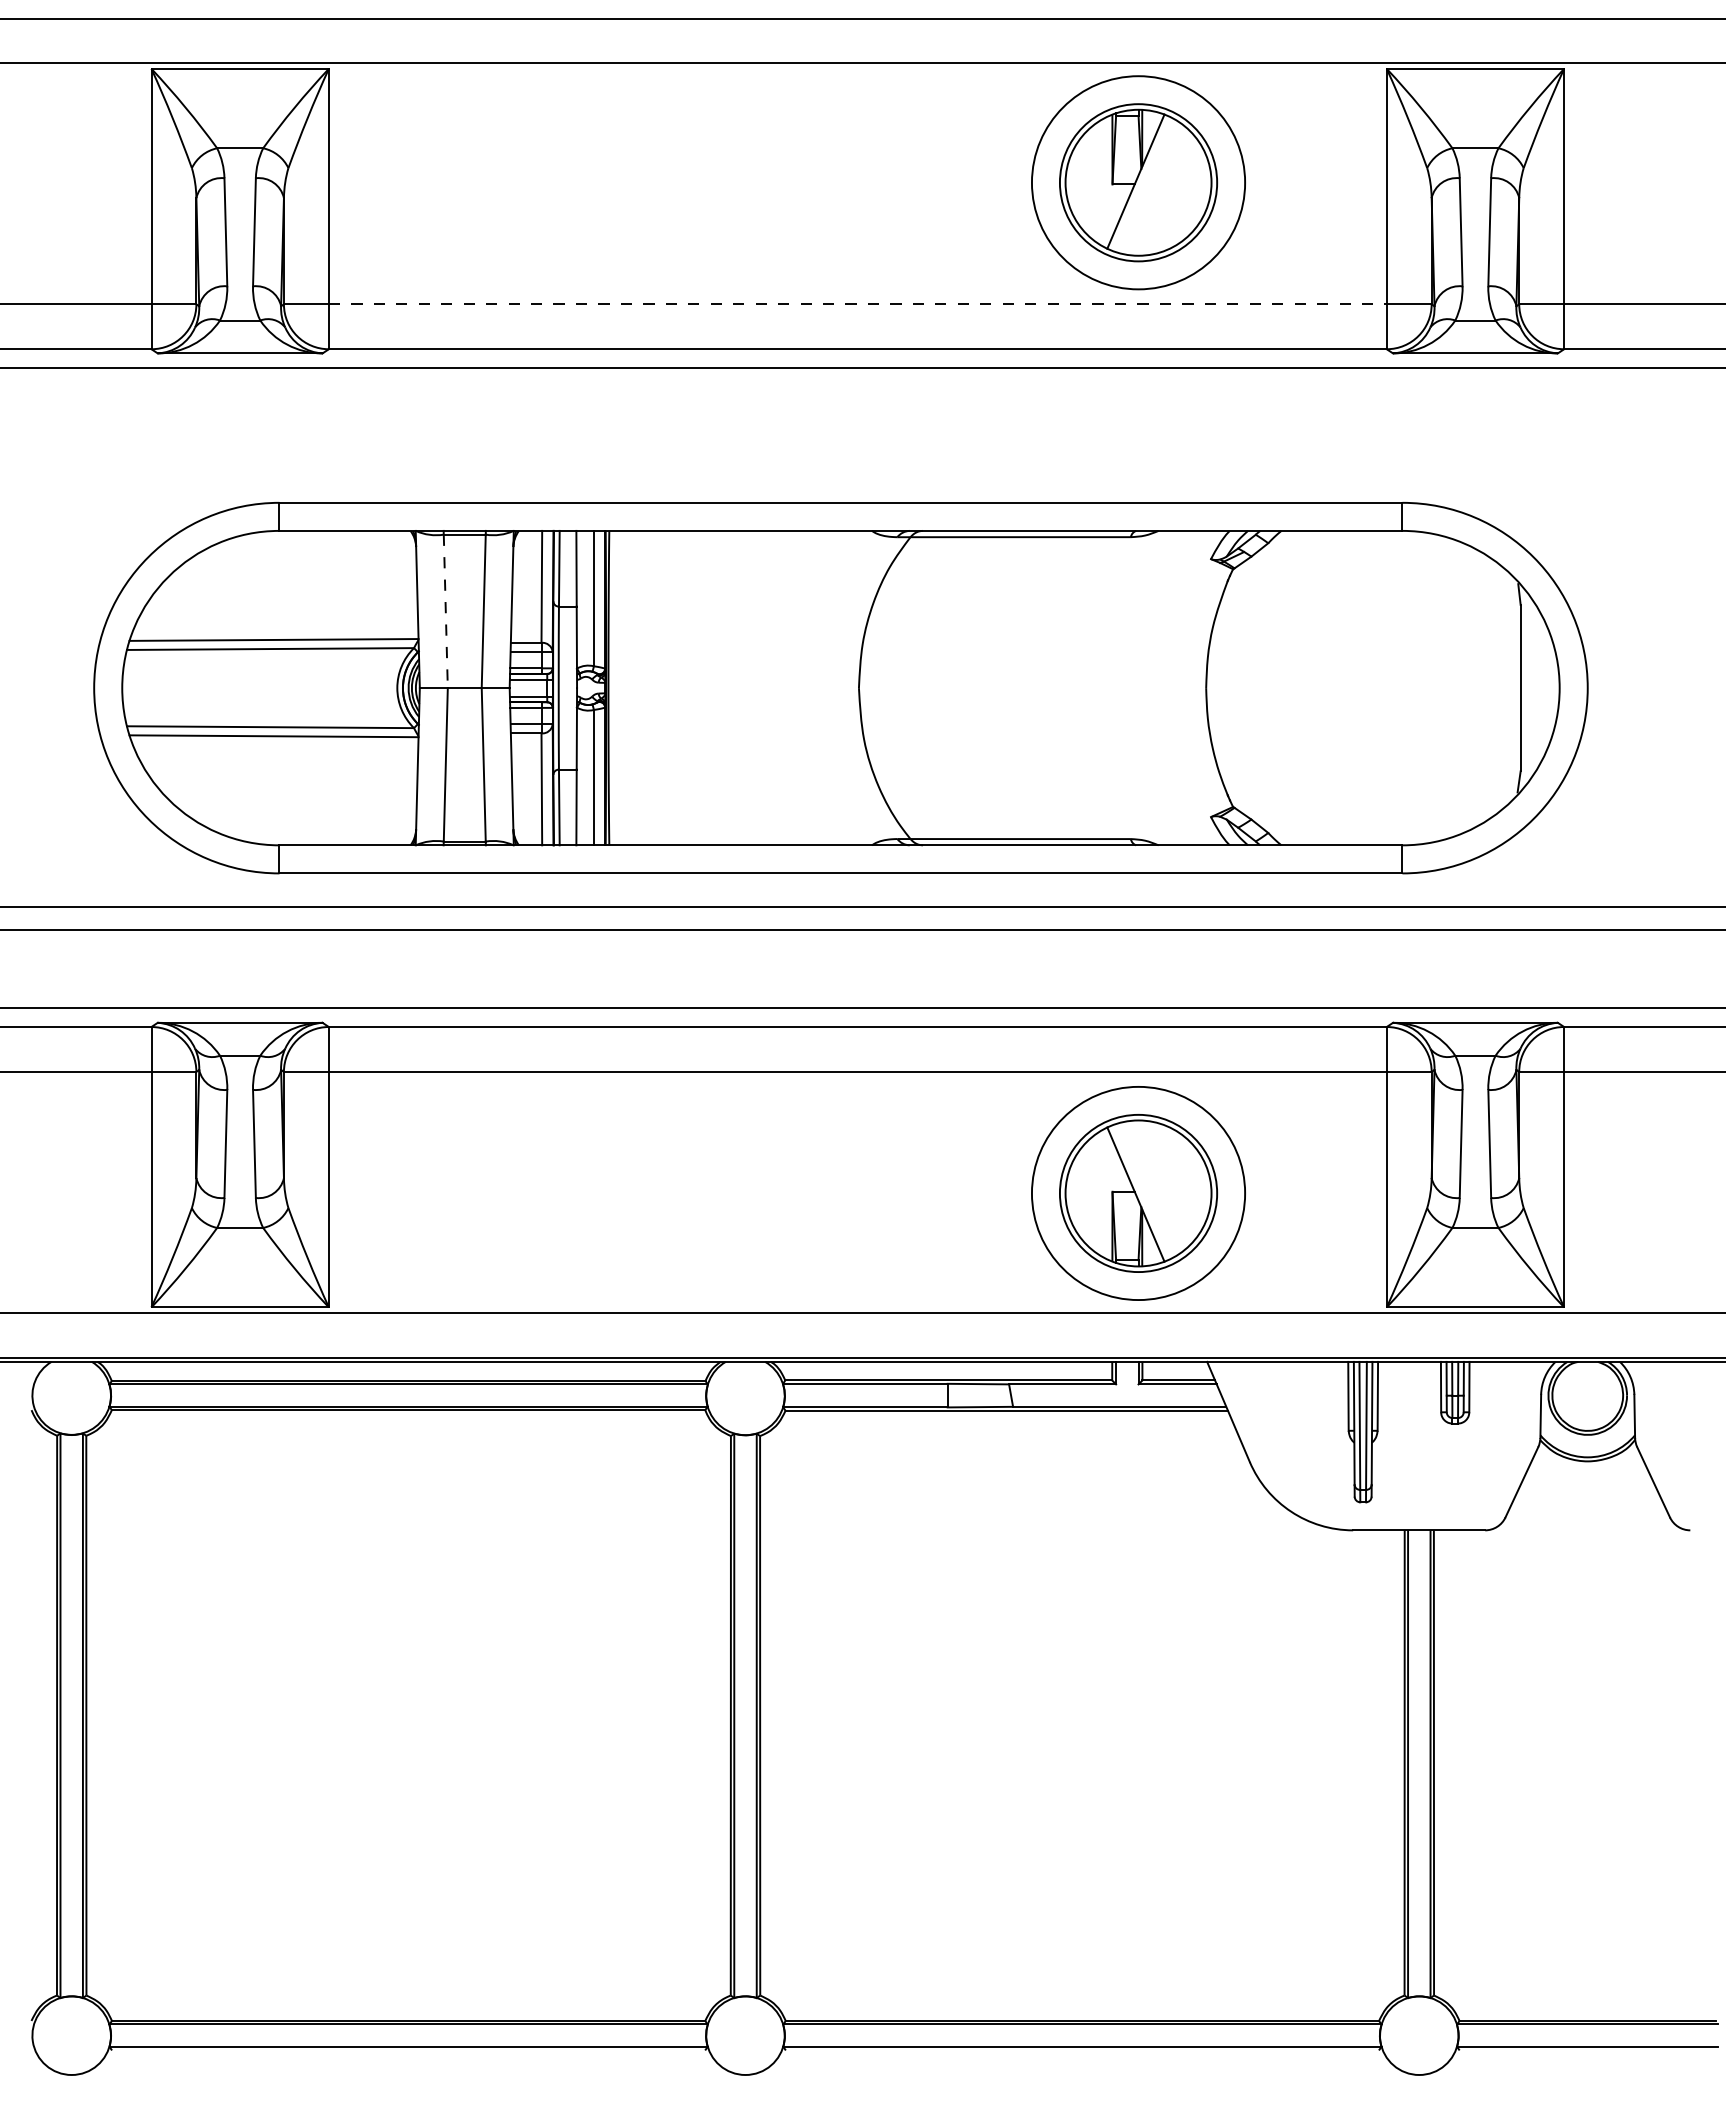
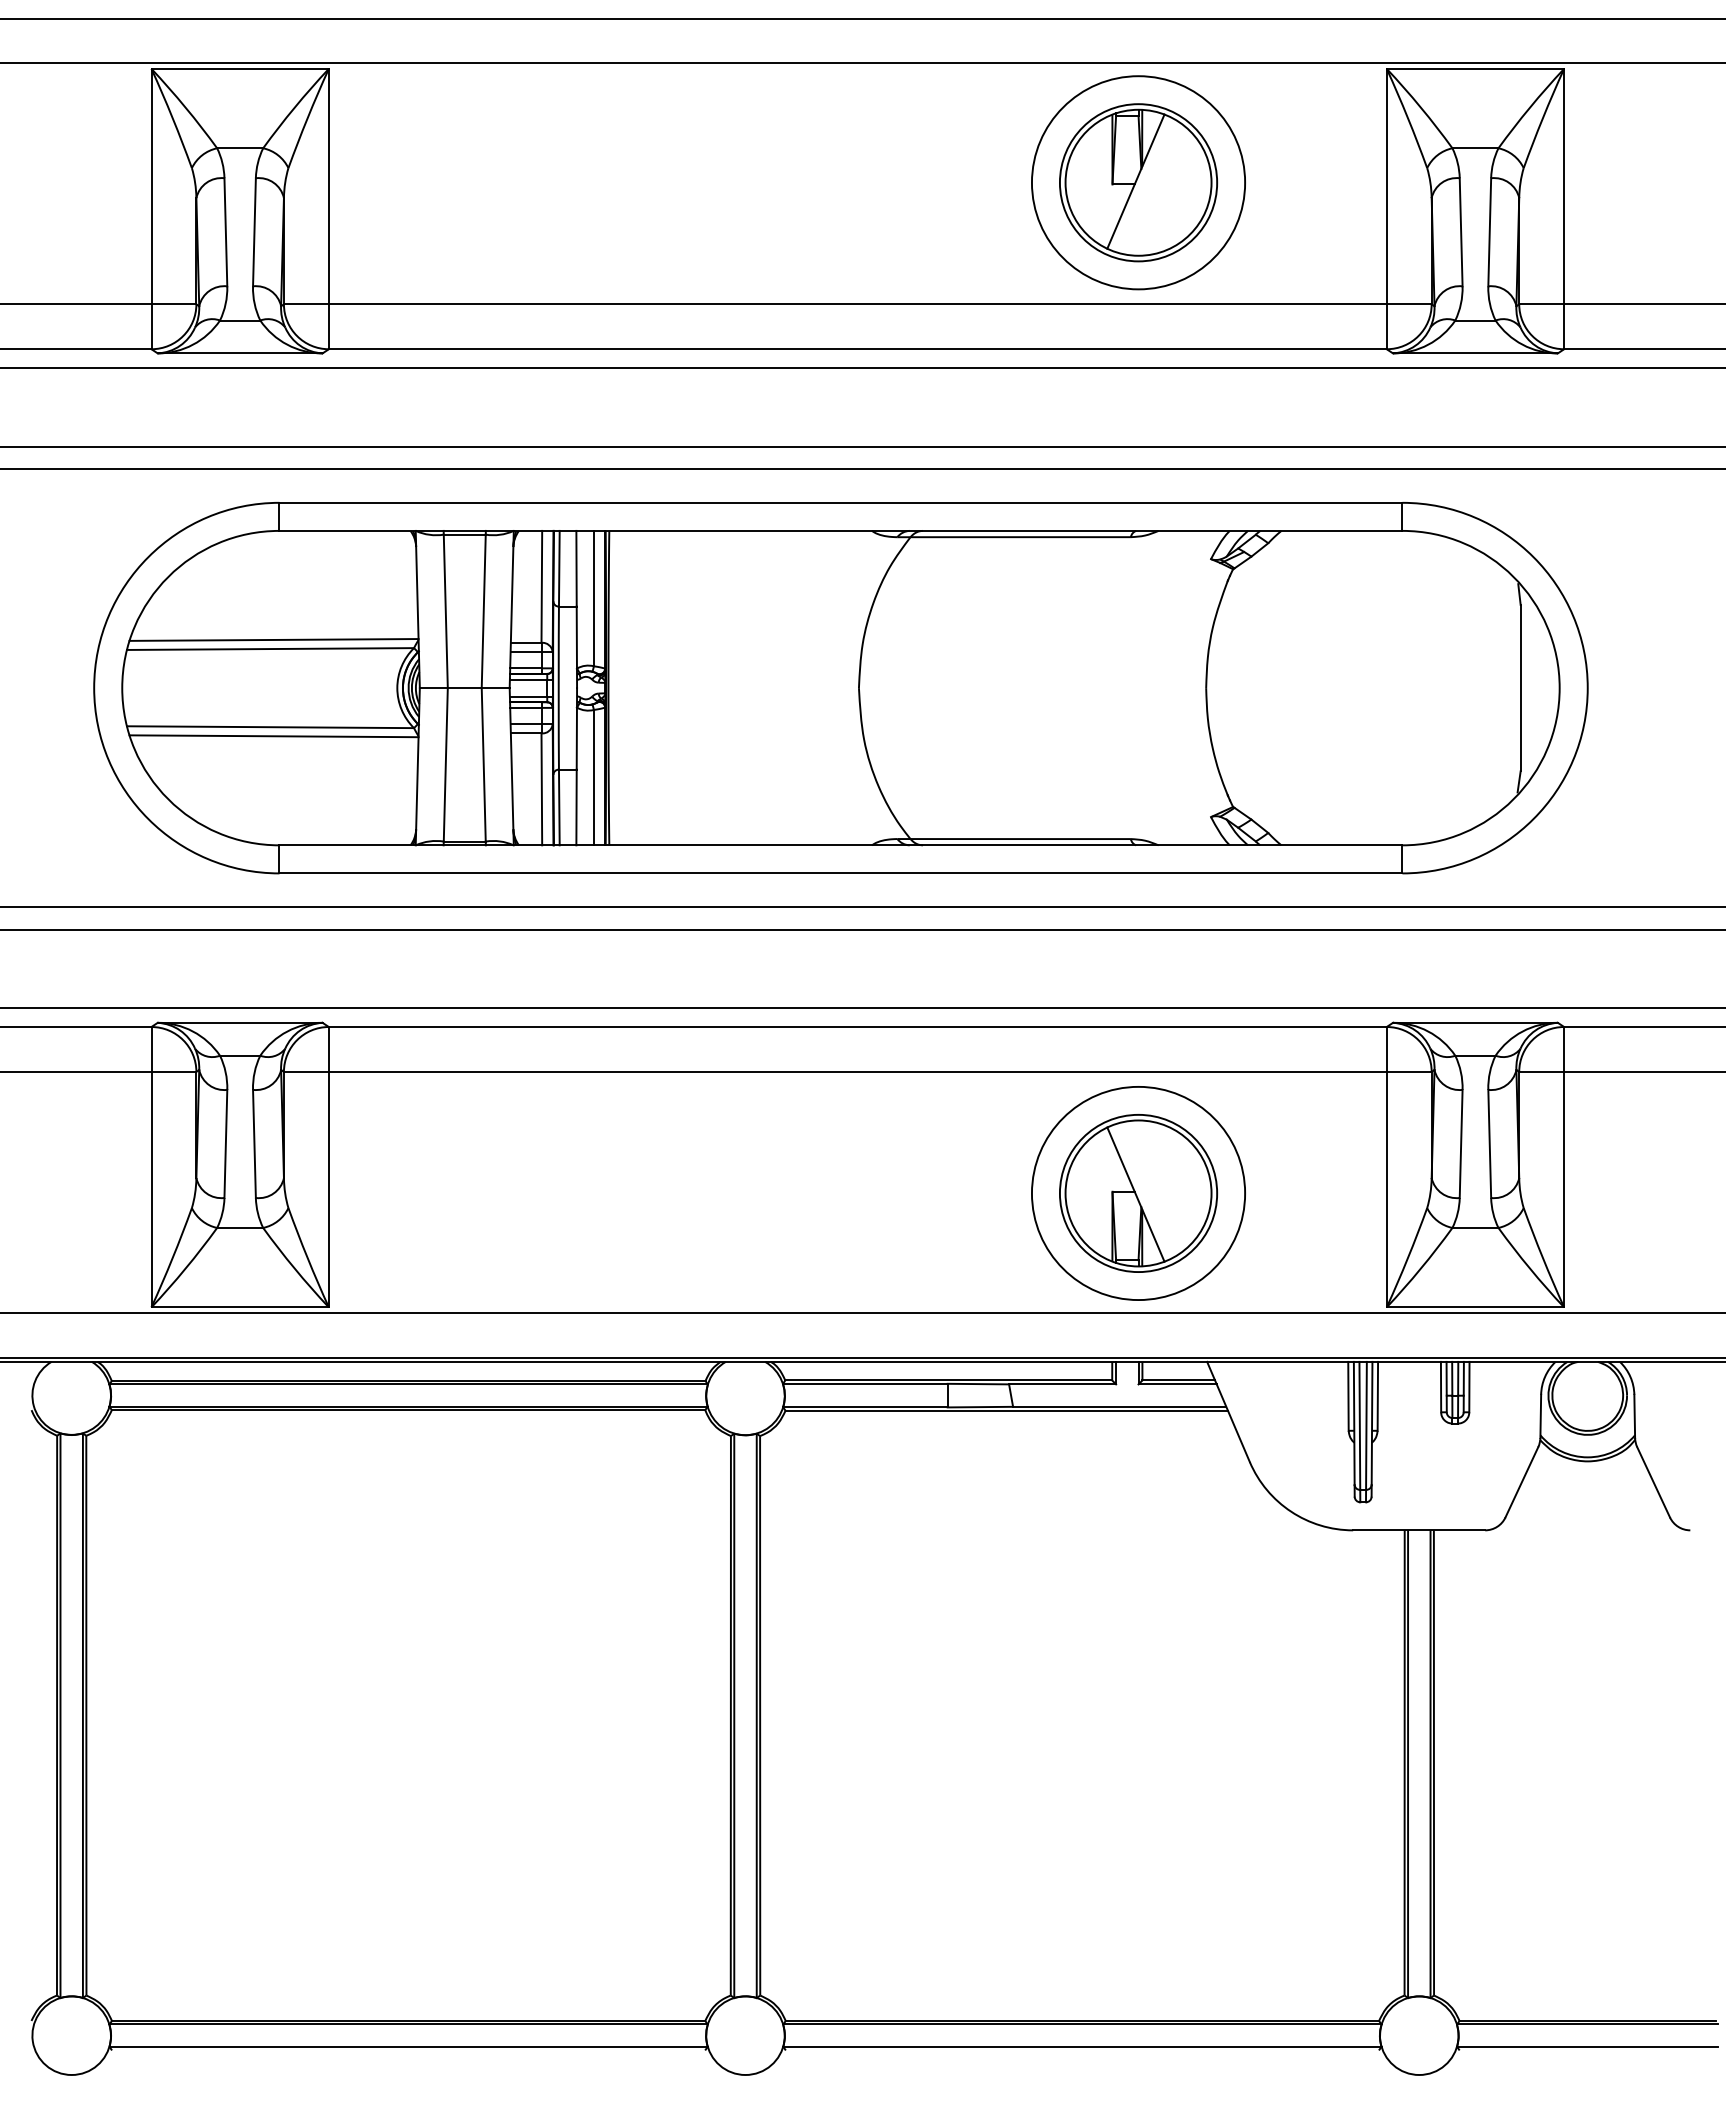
line at (857, 304): dashed -> solid
line at (862, 446): none -> present
line at (862, 469): none -> present
line at (445, 611): dashed -> solid
